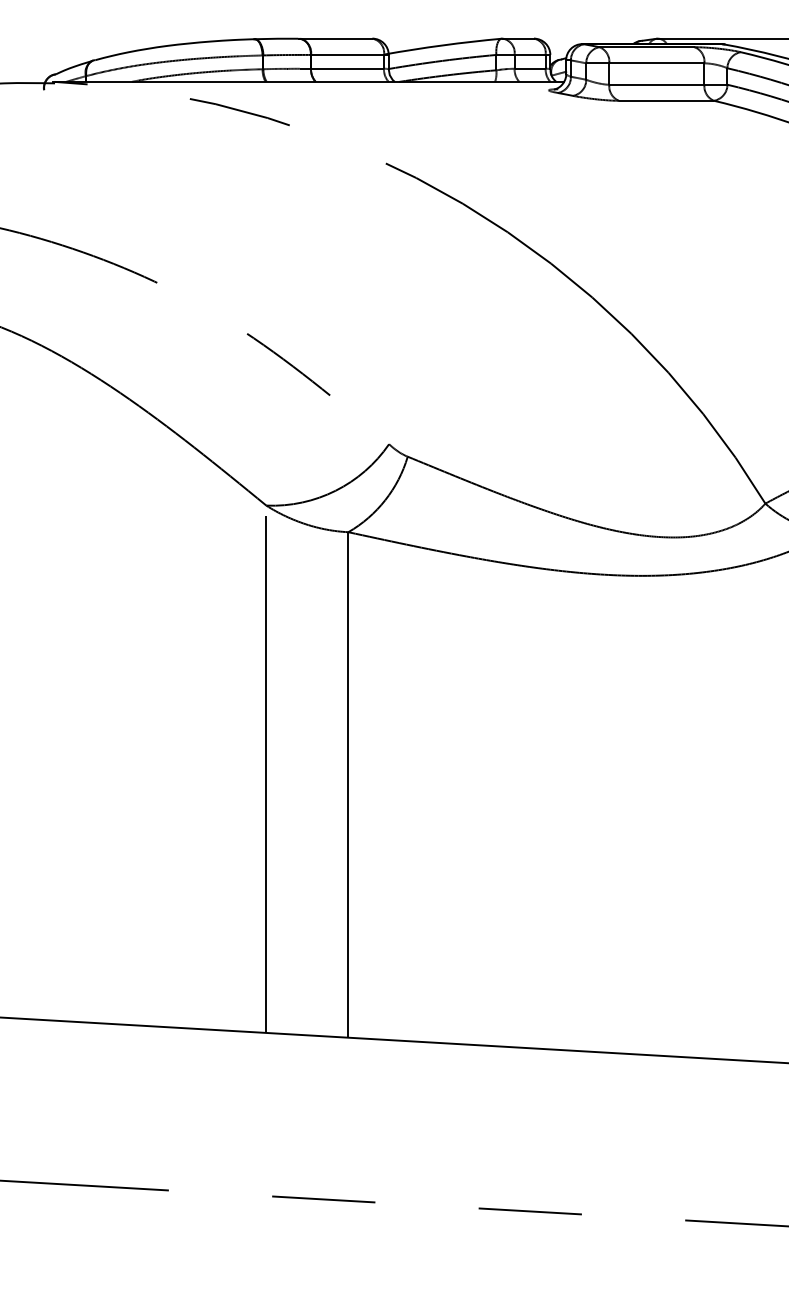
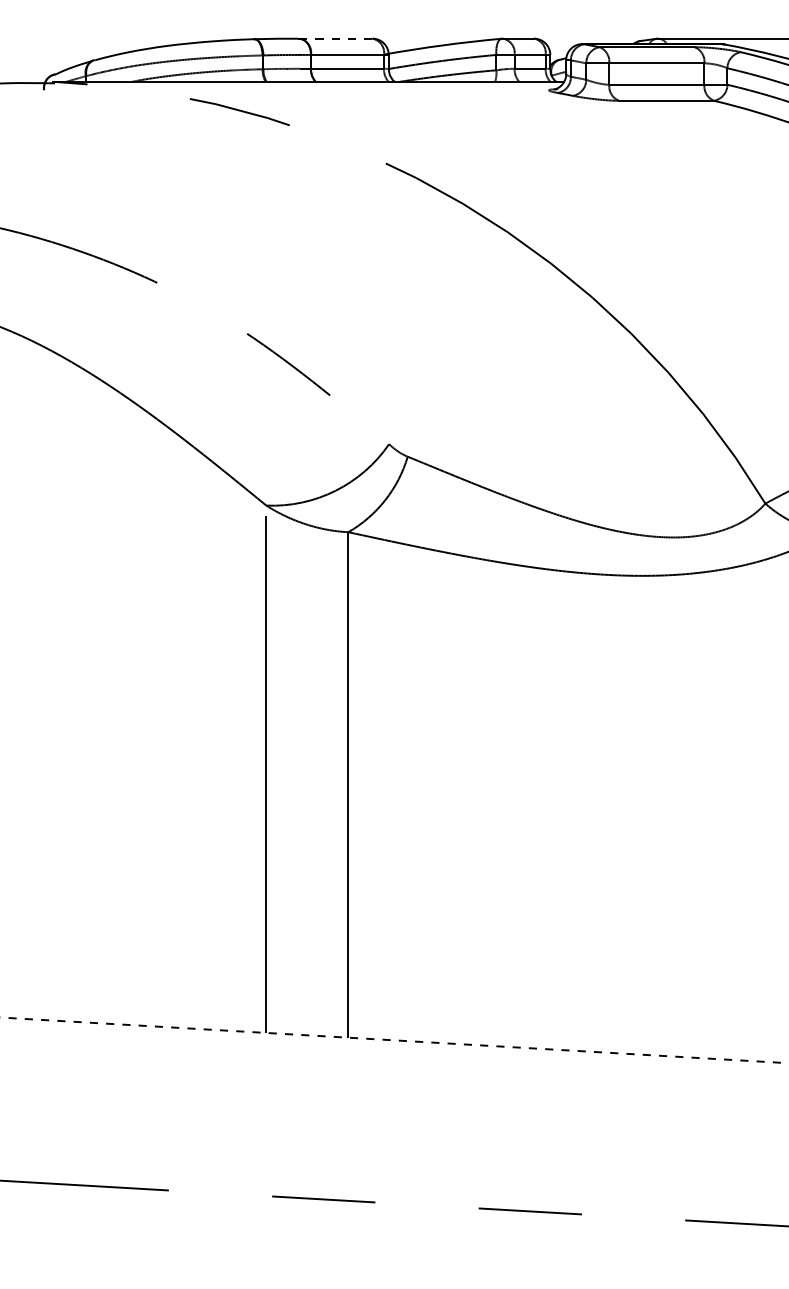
line at (335, 38): solid -> dashed
line at (394, 1040): solid -> dashed
